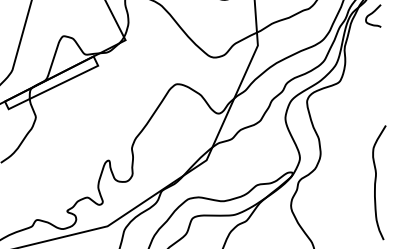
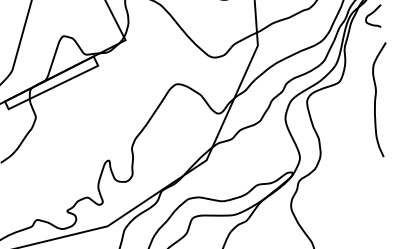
curve at (376, 182) position: (376, 182) -> (376, 99)
